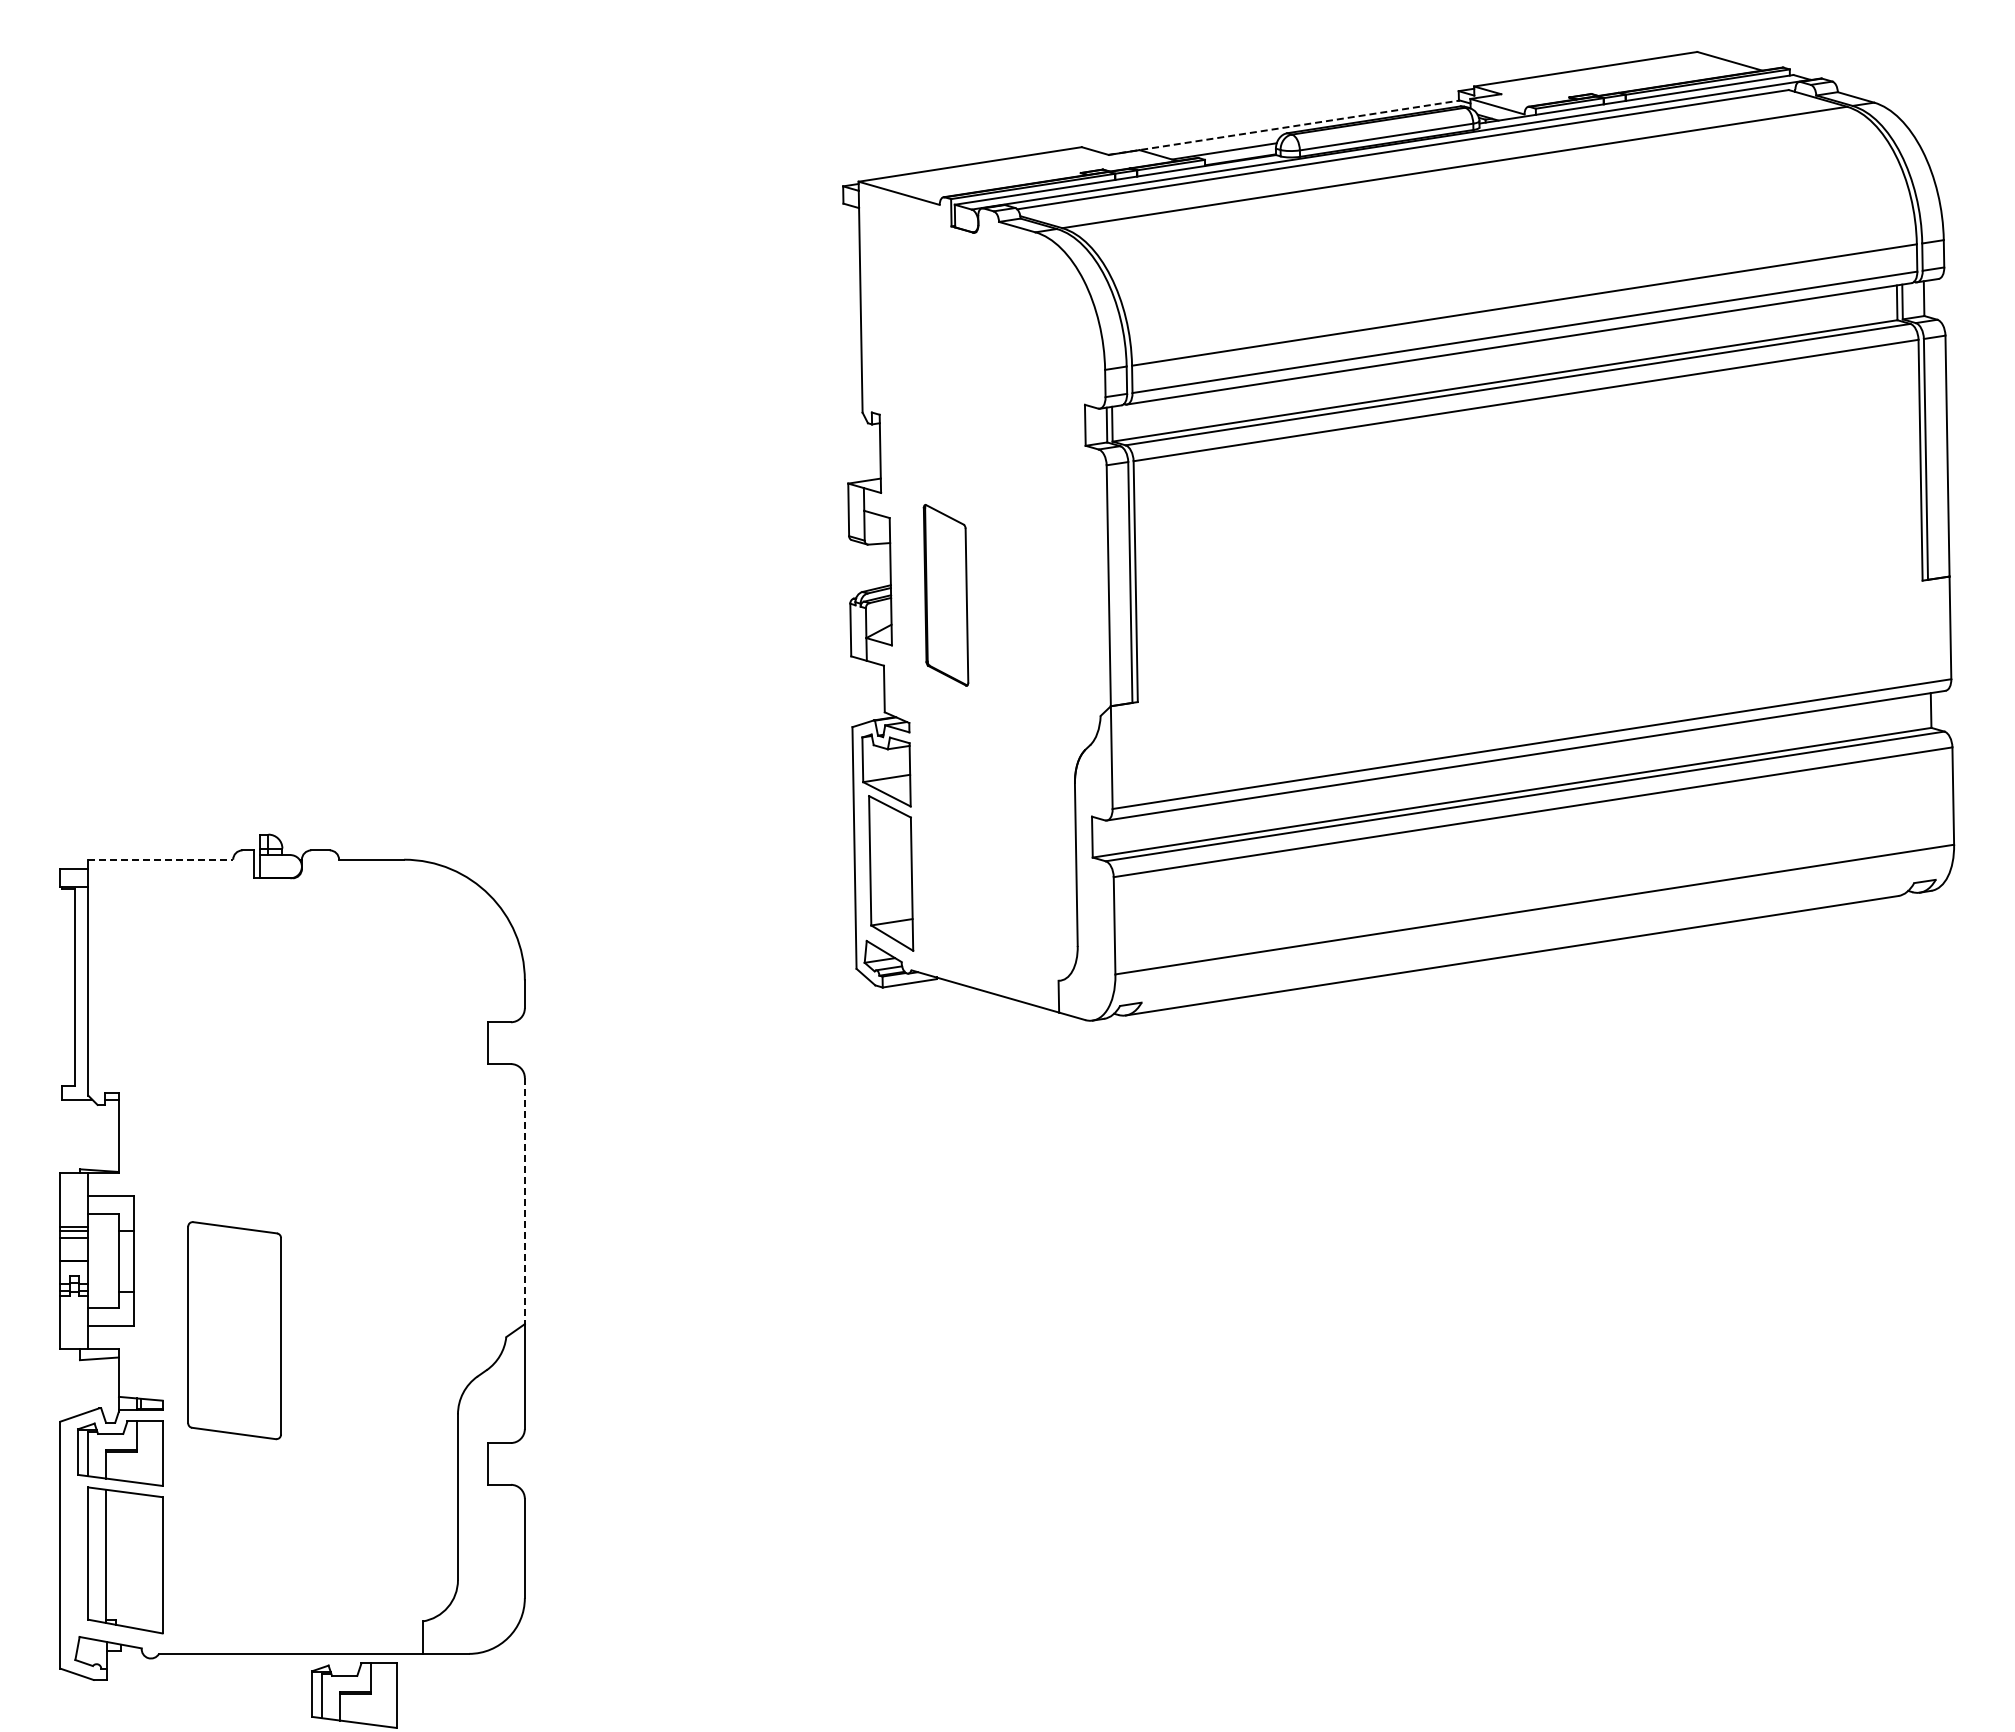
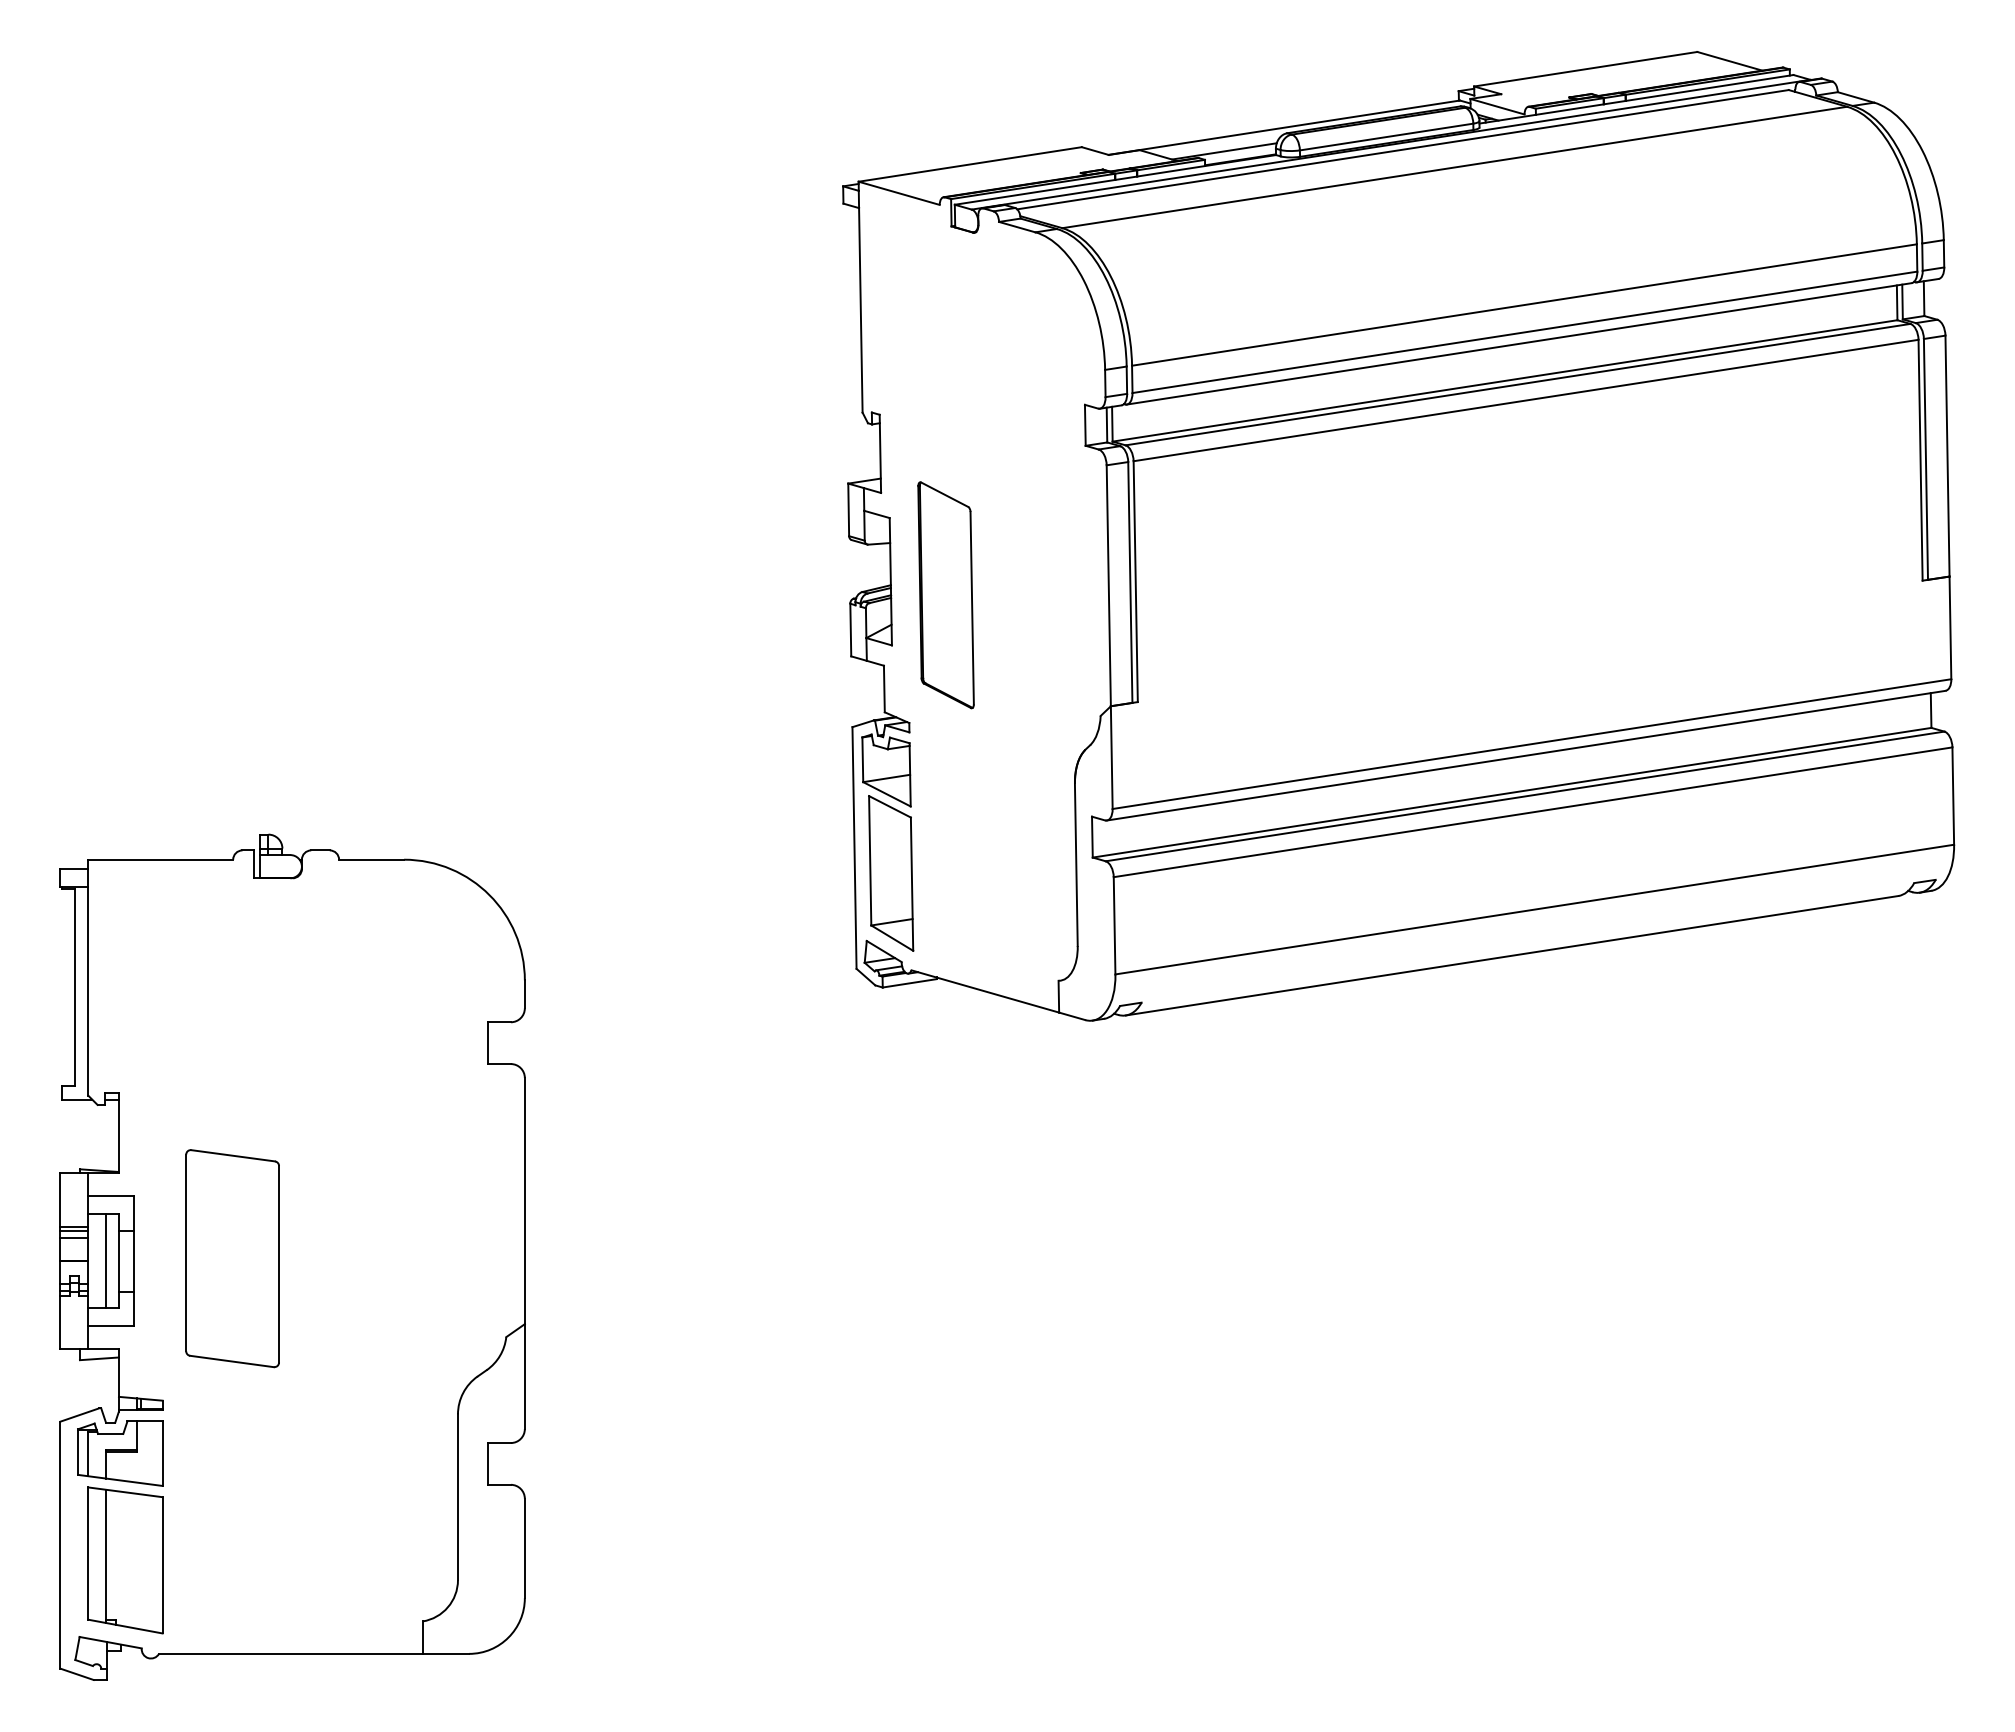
line at (1284, 127): dashed -> solid
part at (945, 595) size: 48x183 px -> 58x229 px
line at (161, 859): dashed -> solid
line at (524, 1201): dashed -> solid
line at (105, 1260): none -> present
part at (234, 1330) position: (234, 1330) -> (232, 1258)
part at (354, 1695): present -> none
